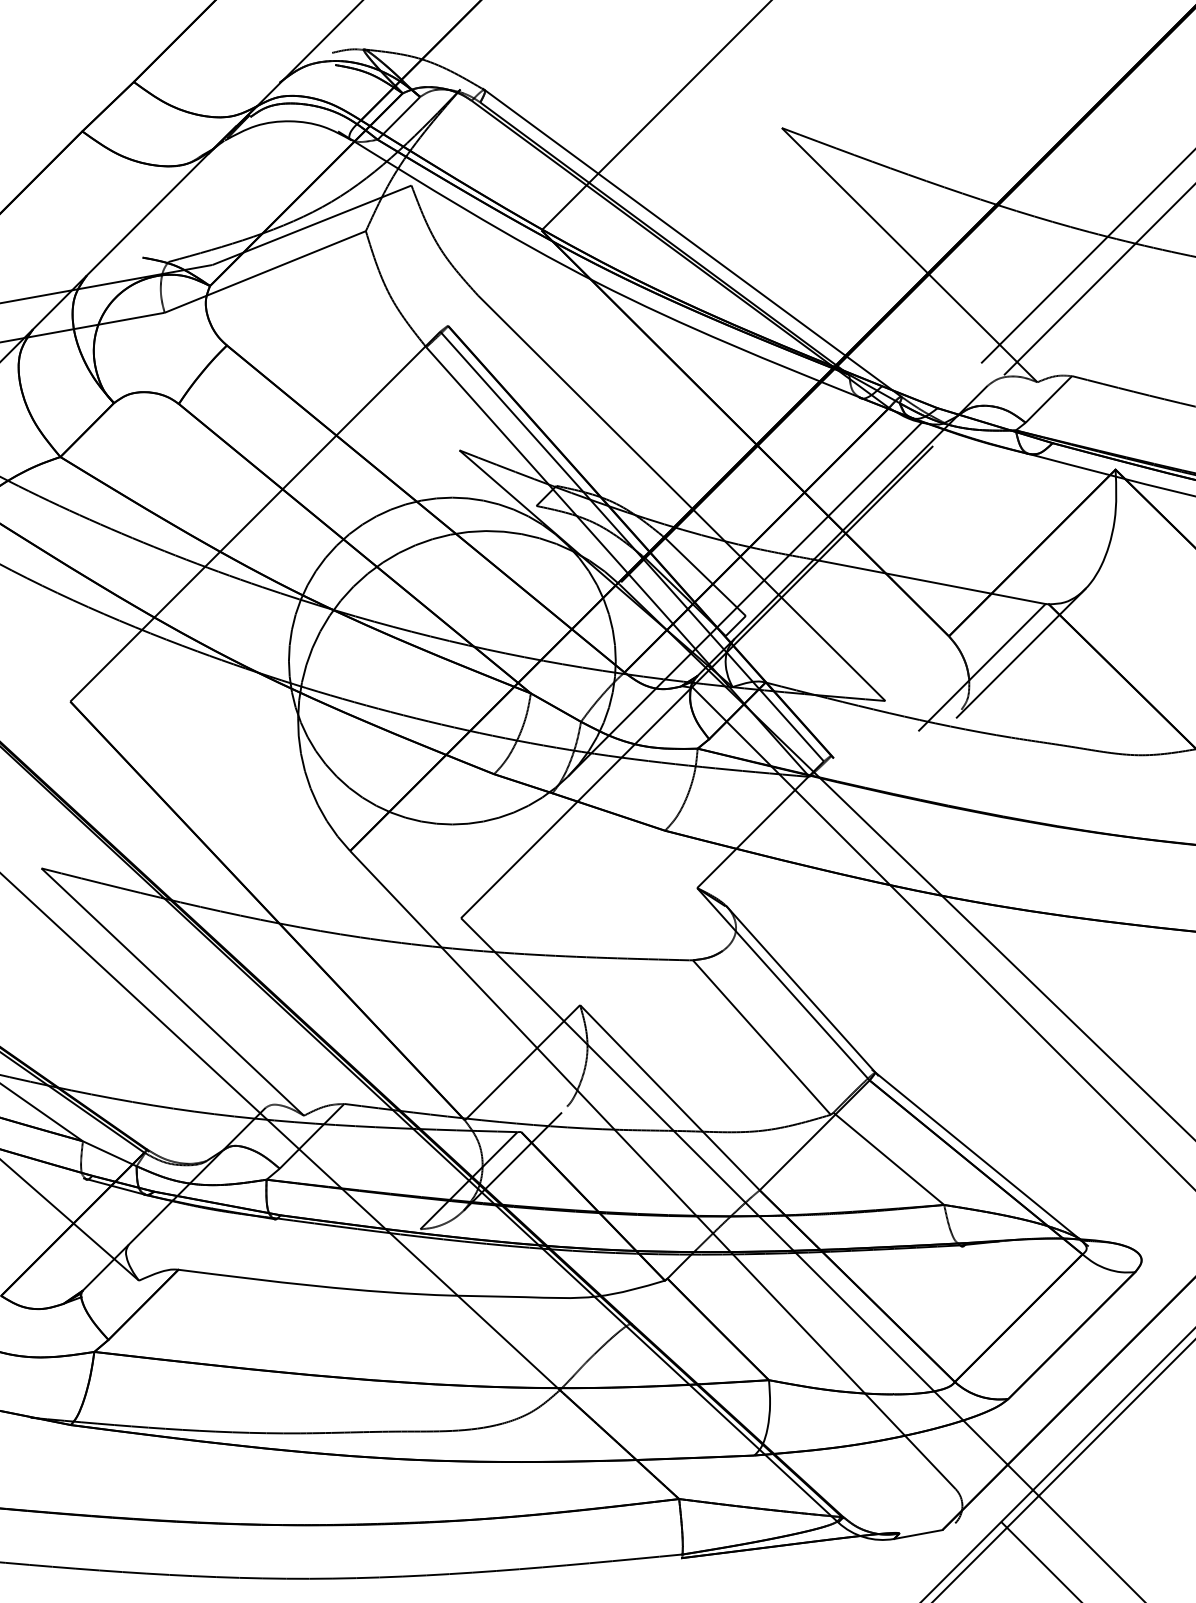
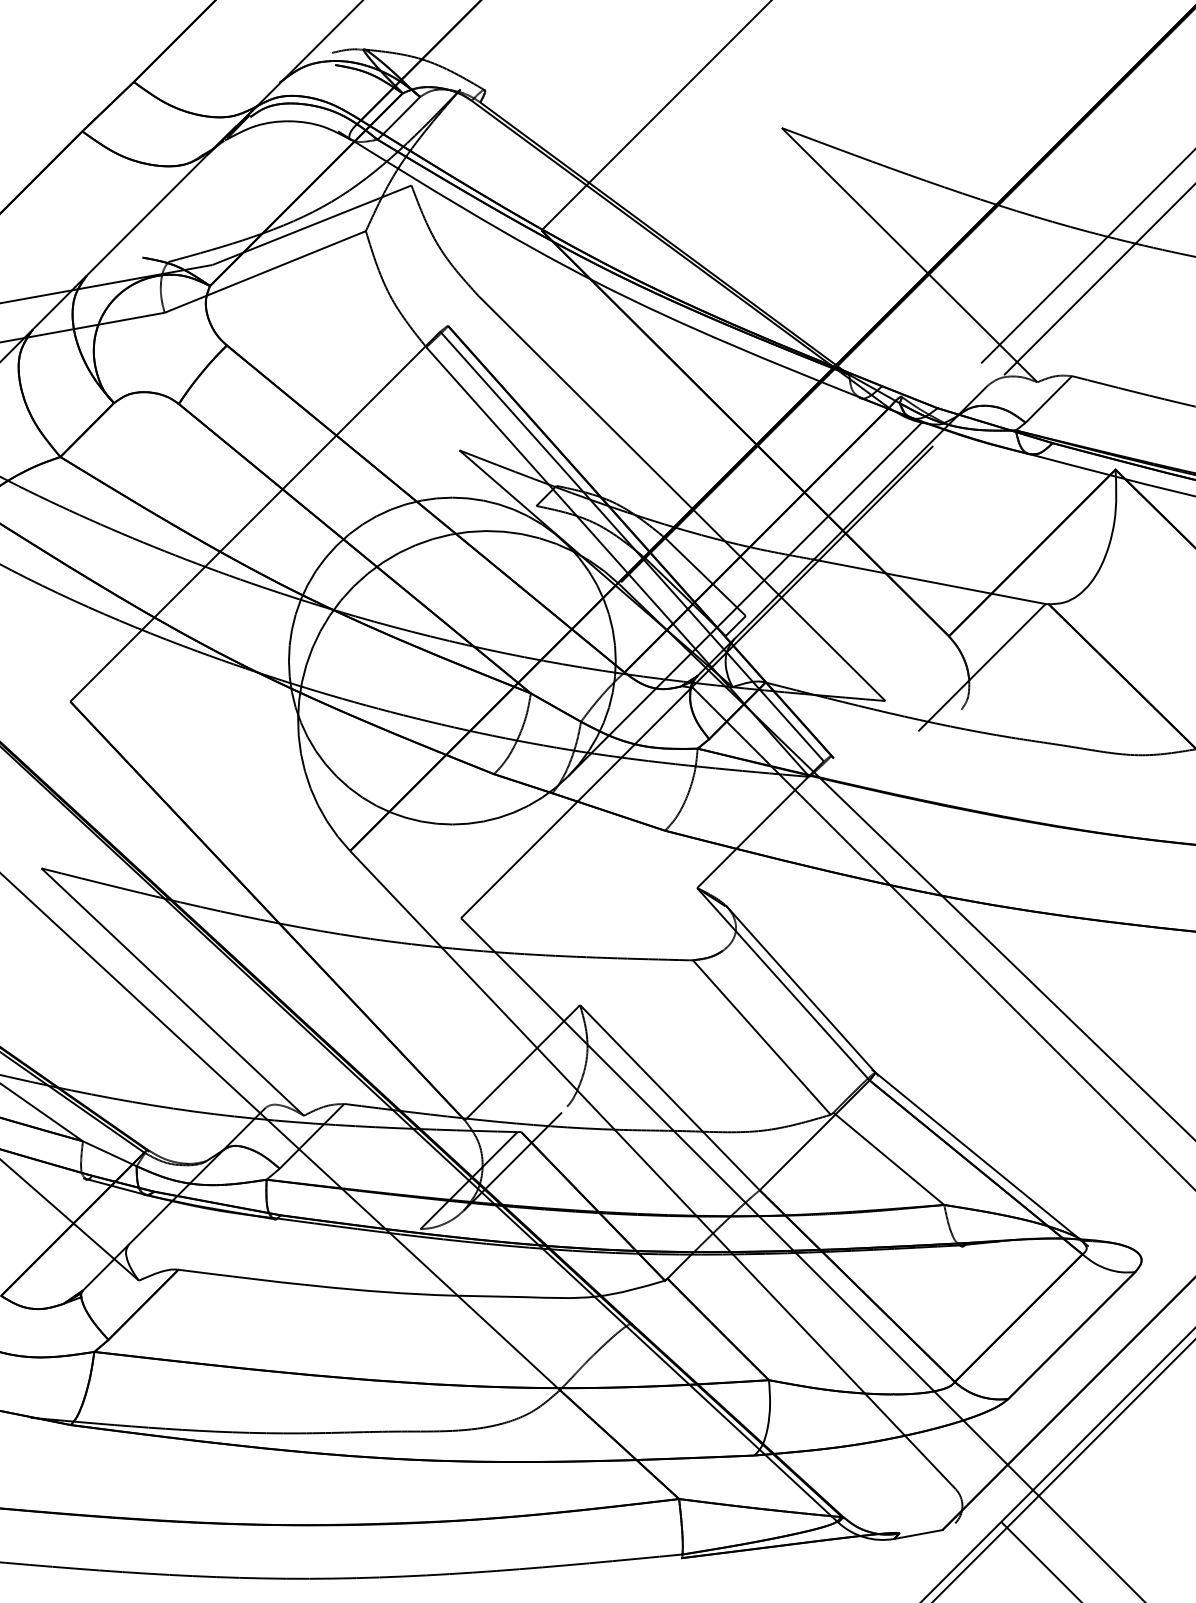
line at (691, 242): present -> none
line at (1021, 653): present -> none
